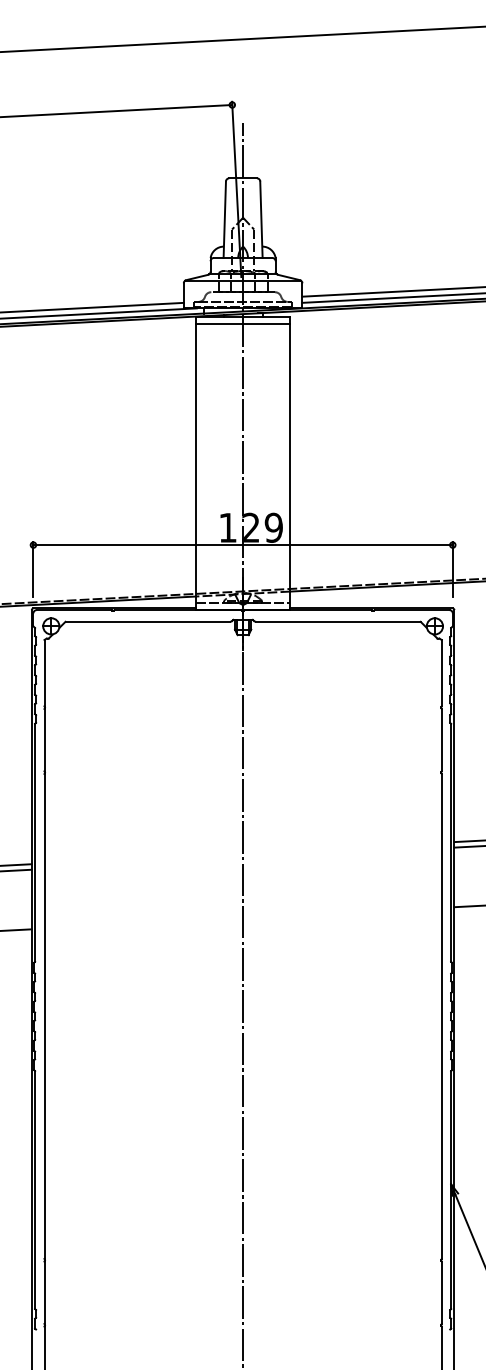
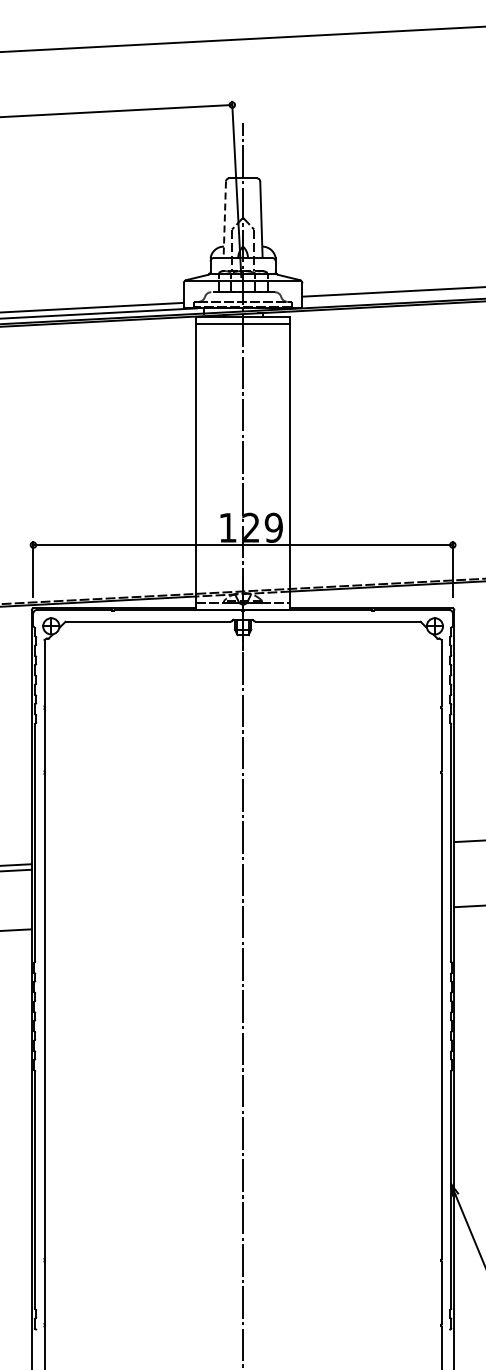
line at (224, 220): solid -> dashed
line at (392, 297): present -> none
line at (468, 846): present -> none
